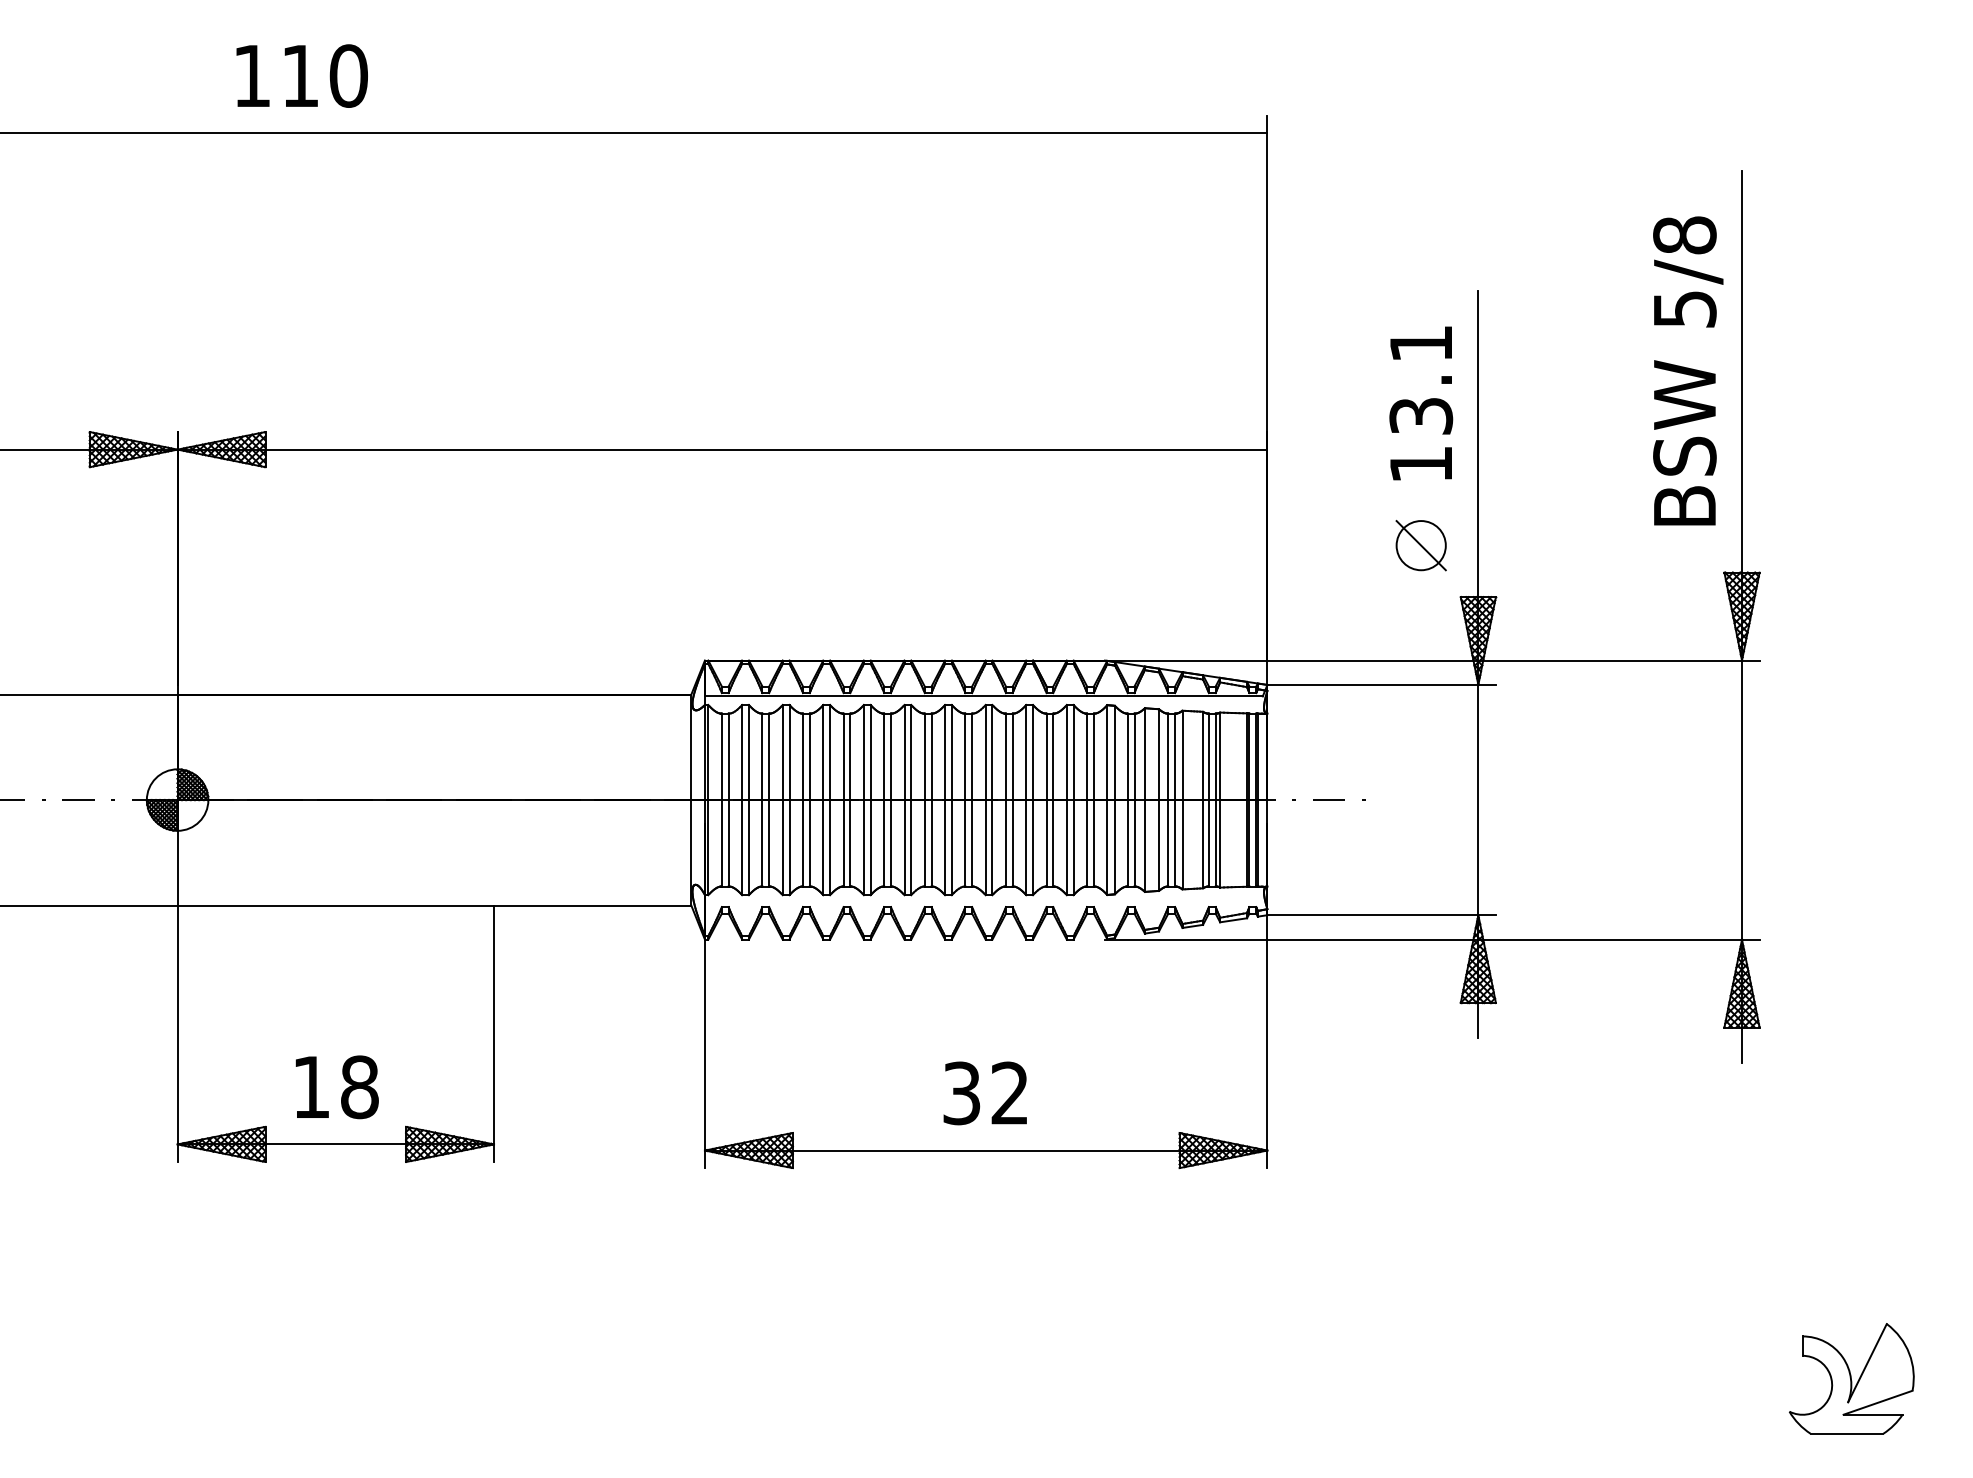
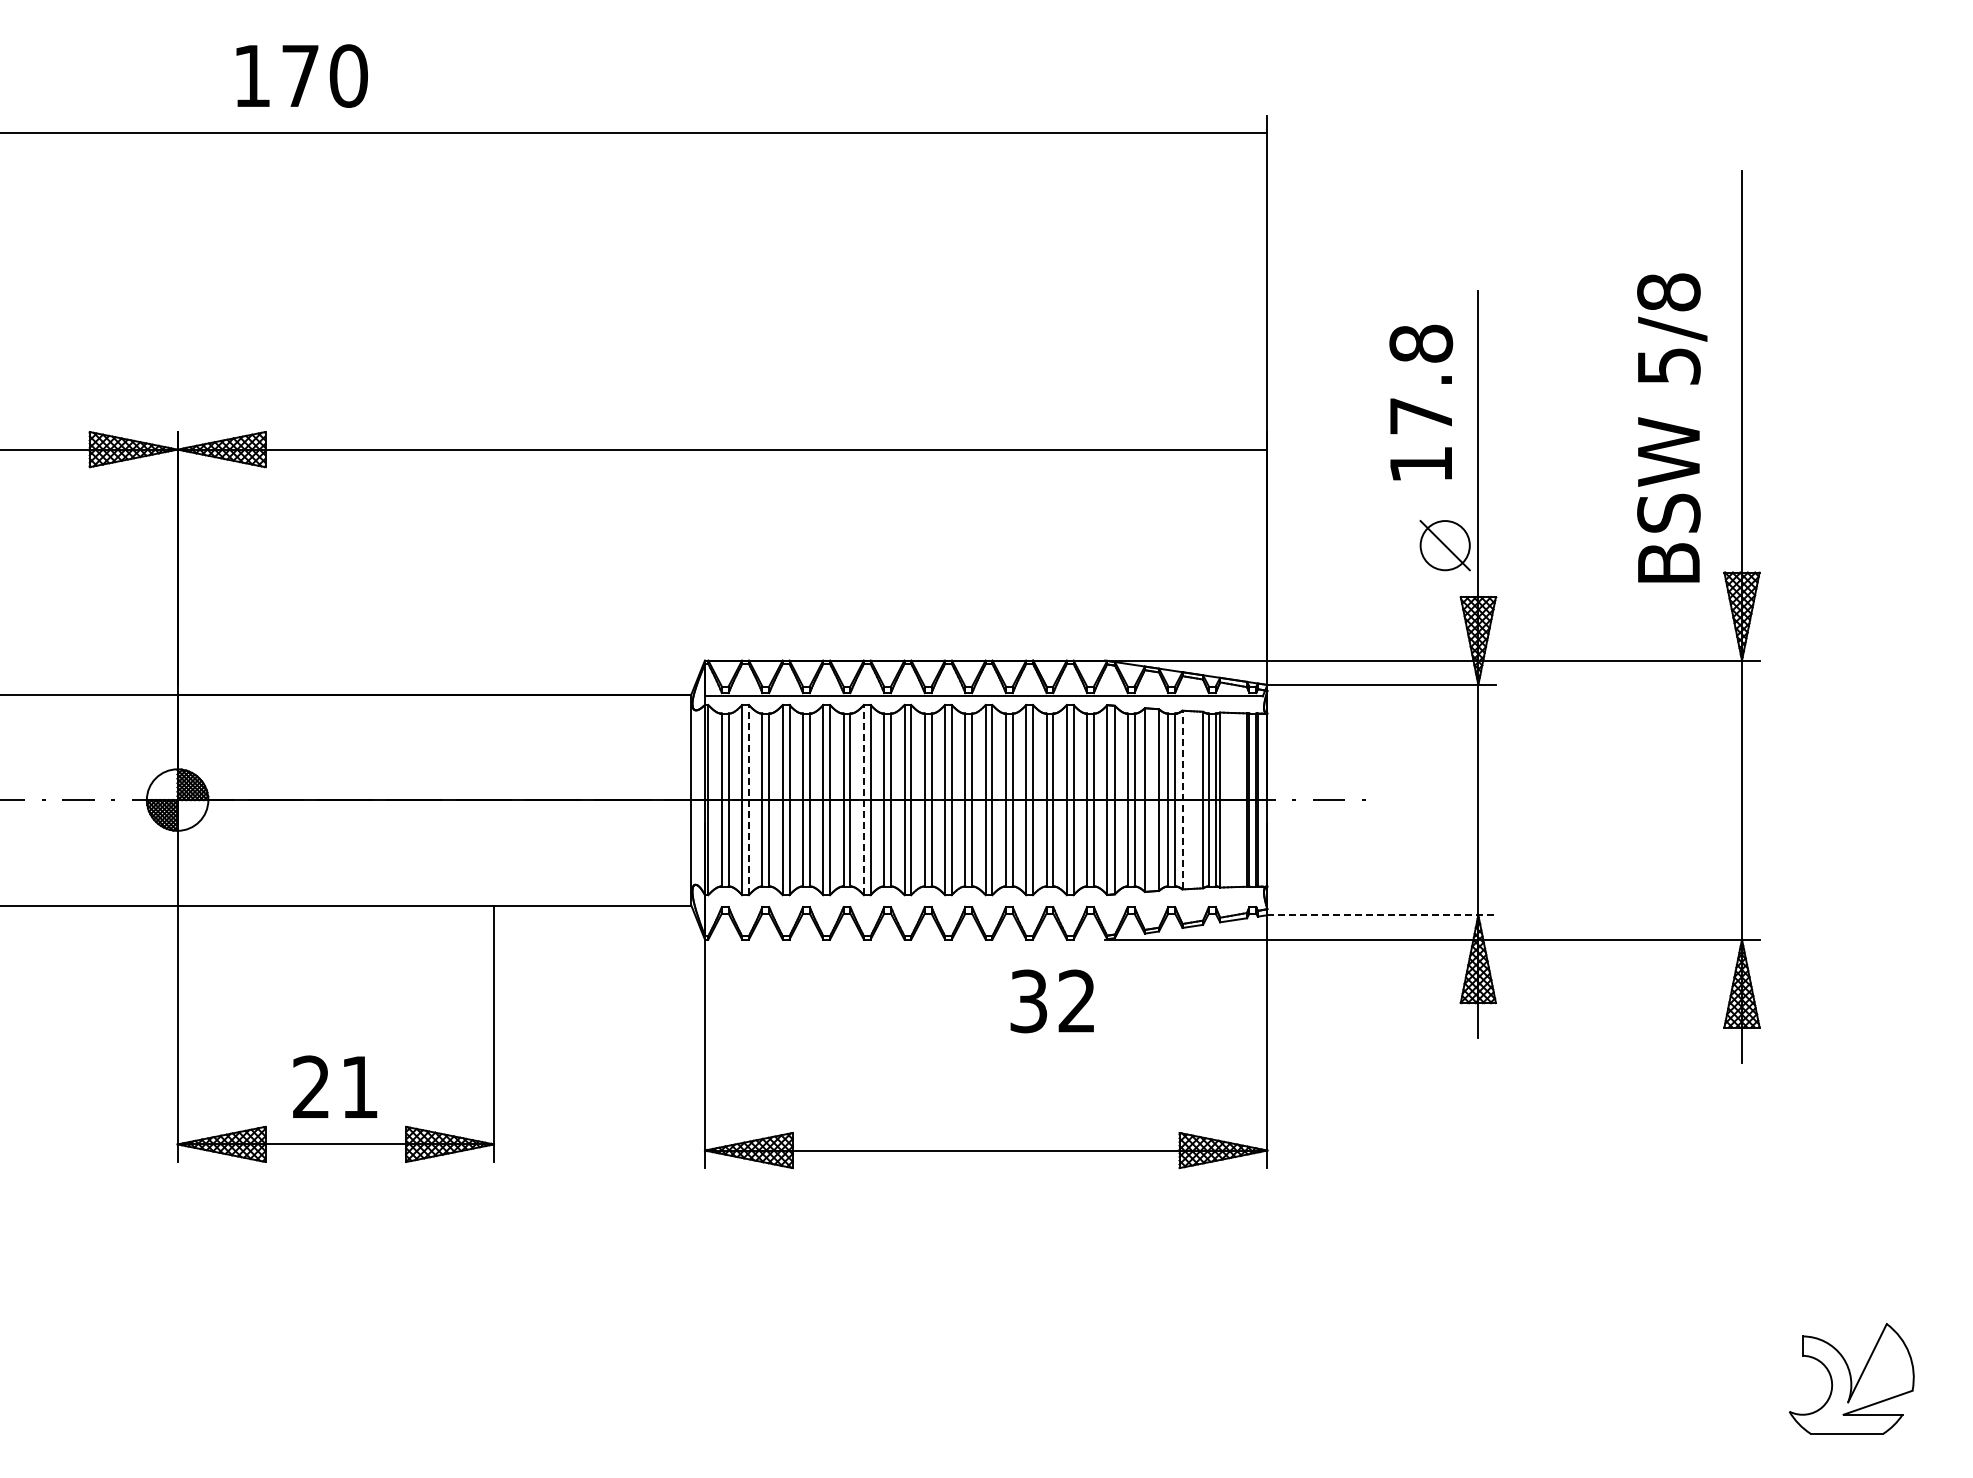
text at (300, 75): 110 -> 170
text at (1688, 370) position: (1688, 370) -> (1672, 427)
text at (1421, 379): 13.1 -> 17.8
part at (1420, 545) position: (1420, 545) -> (1444, 545)
line at (748, 799): solid -> dashed
line at (863, 799): solid -> dashed
line at (1182, 799): solid -> dashed
line at (1382, 915): solid -> dashed
text at (335, 1087): 18 -> 21
text at (984, 1093) position: (984, 1093) -> (1051, 1001)
